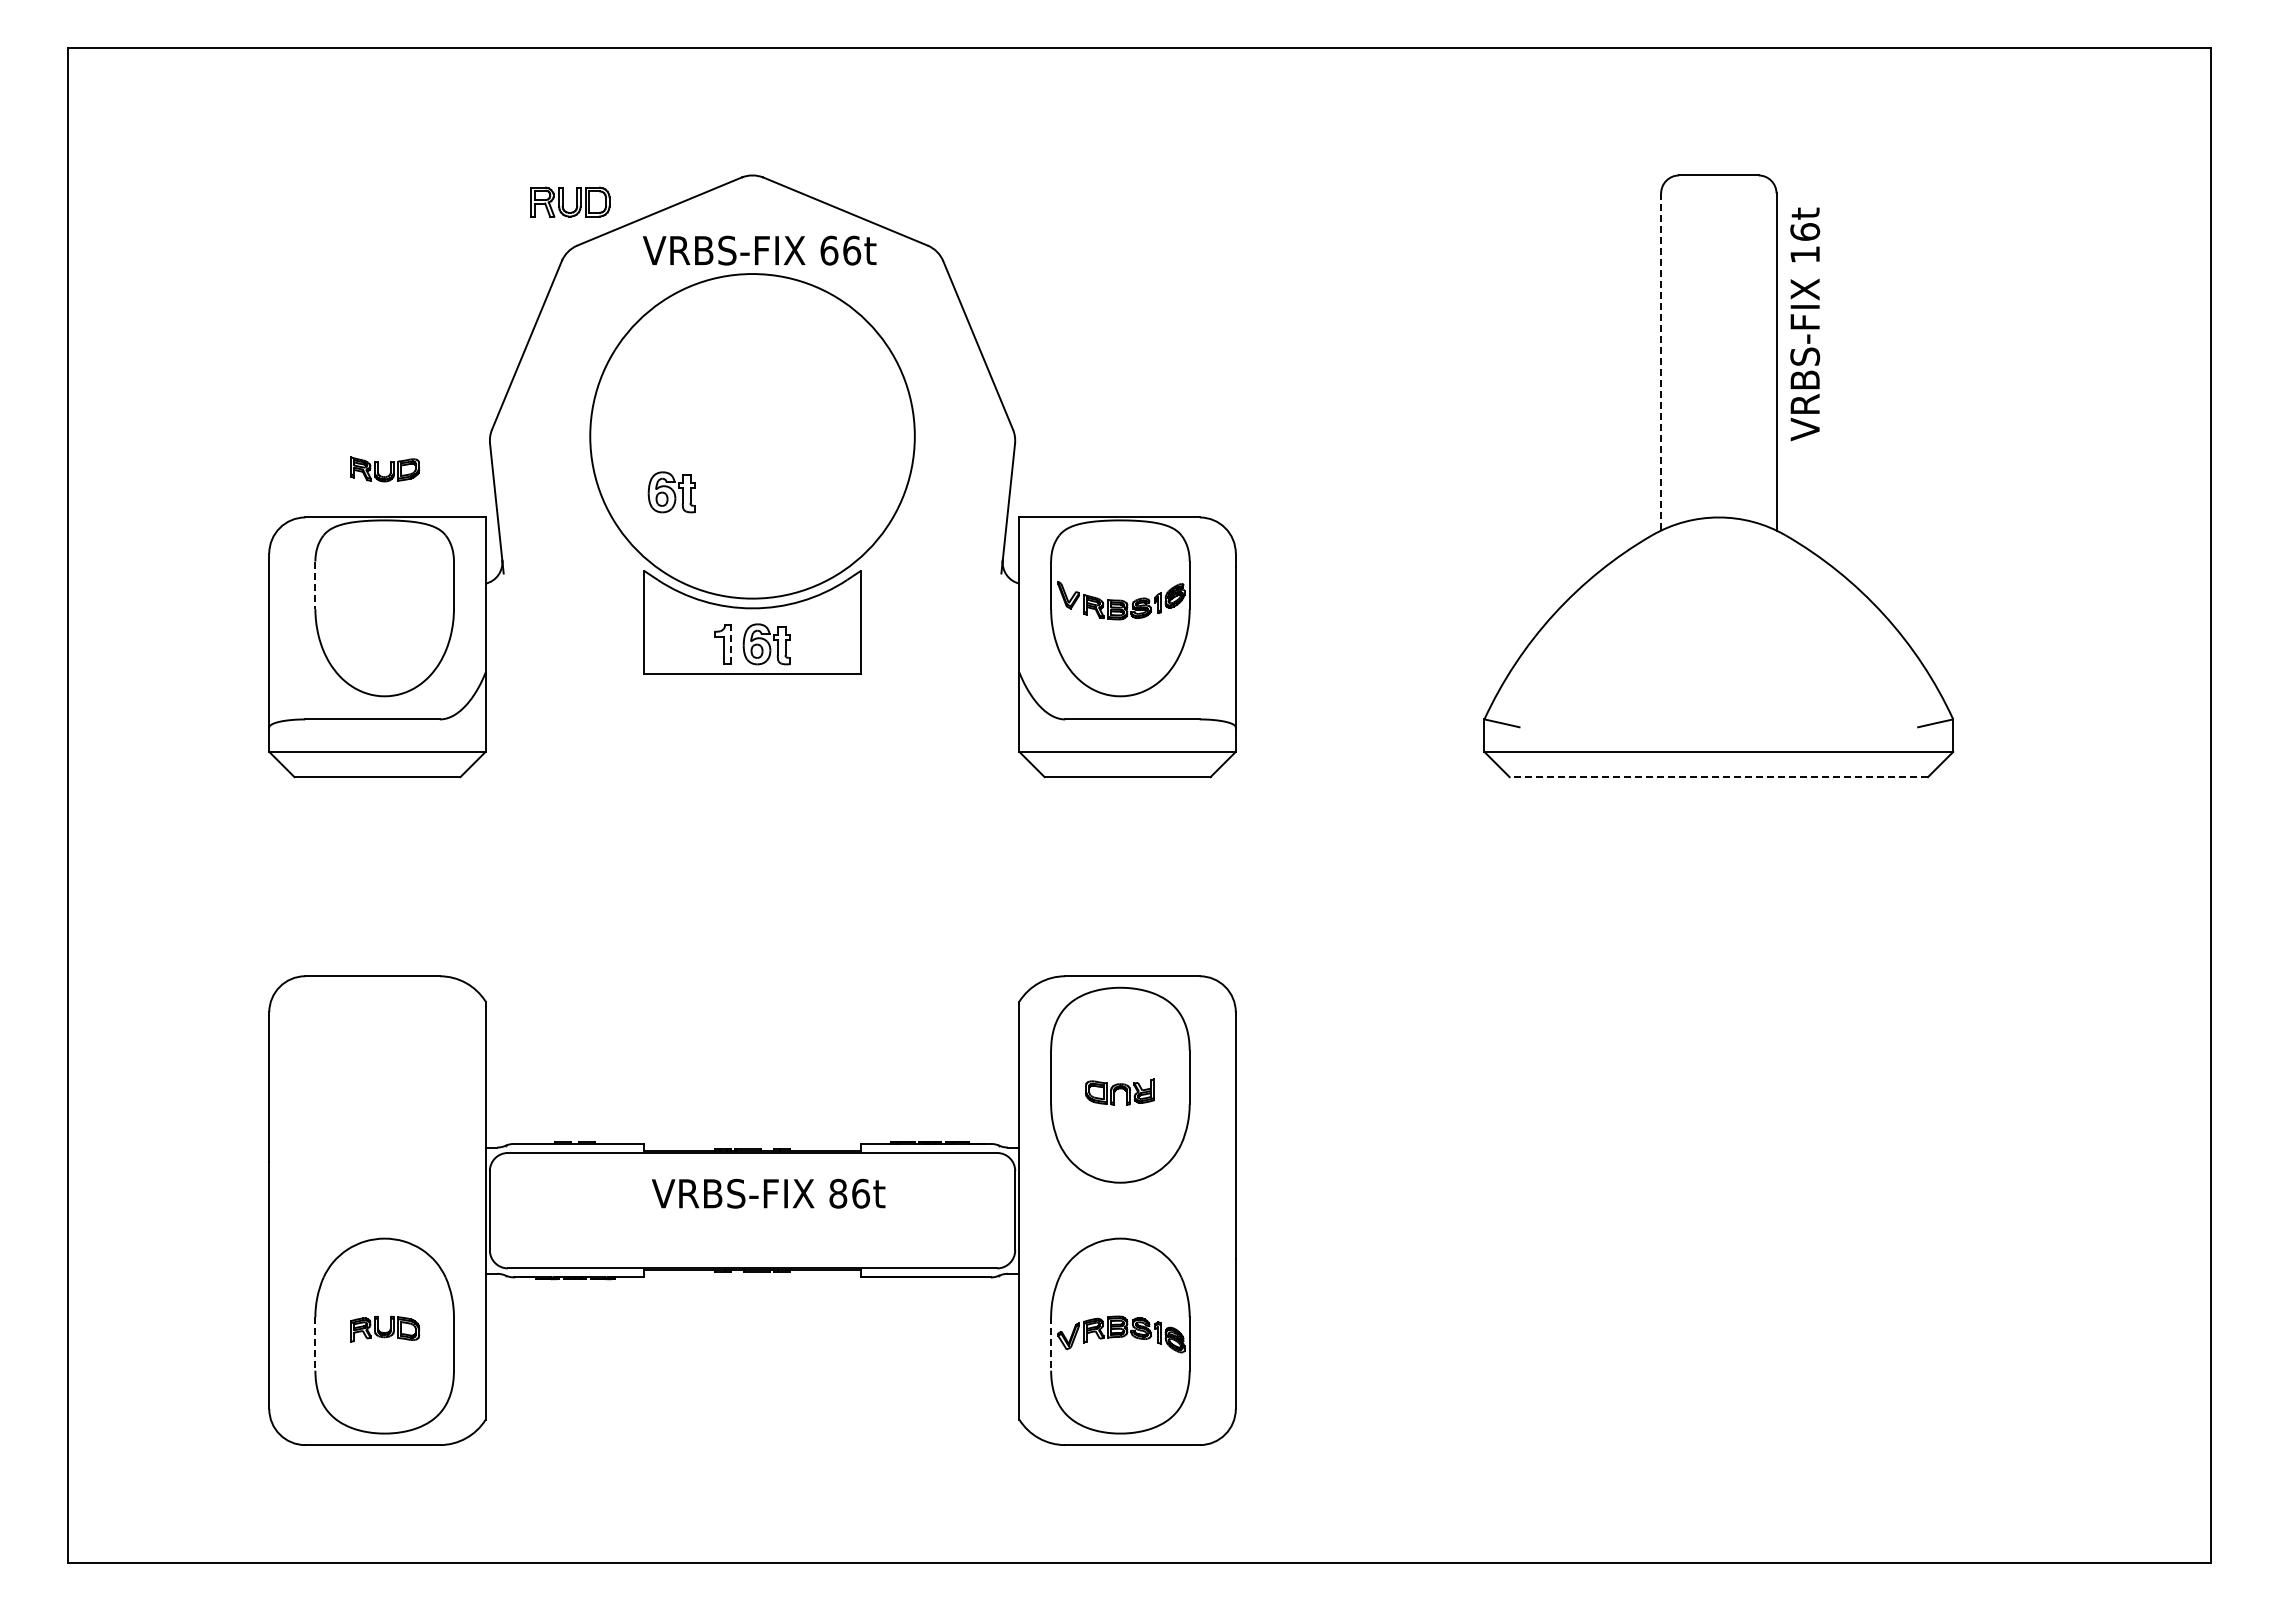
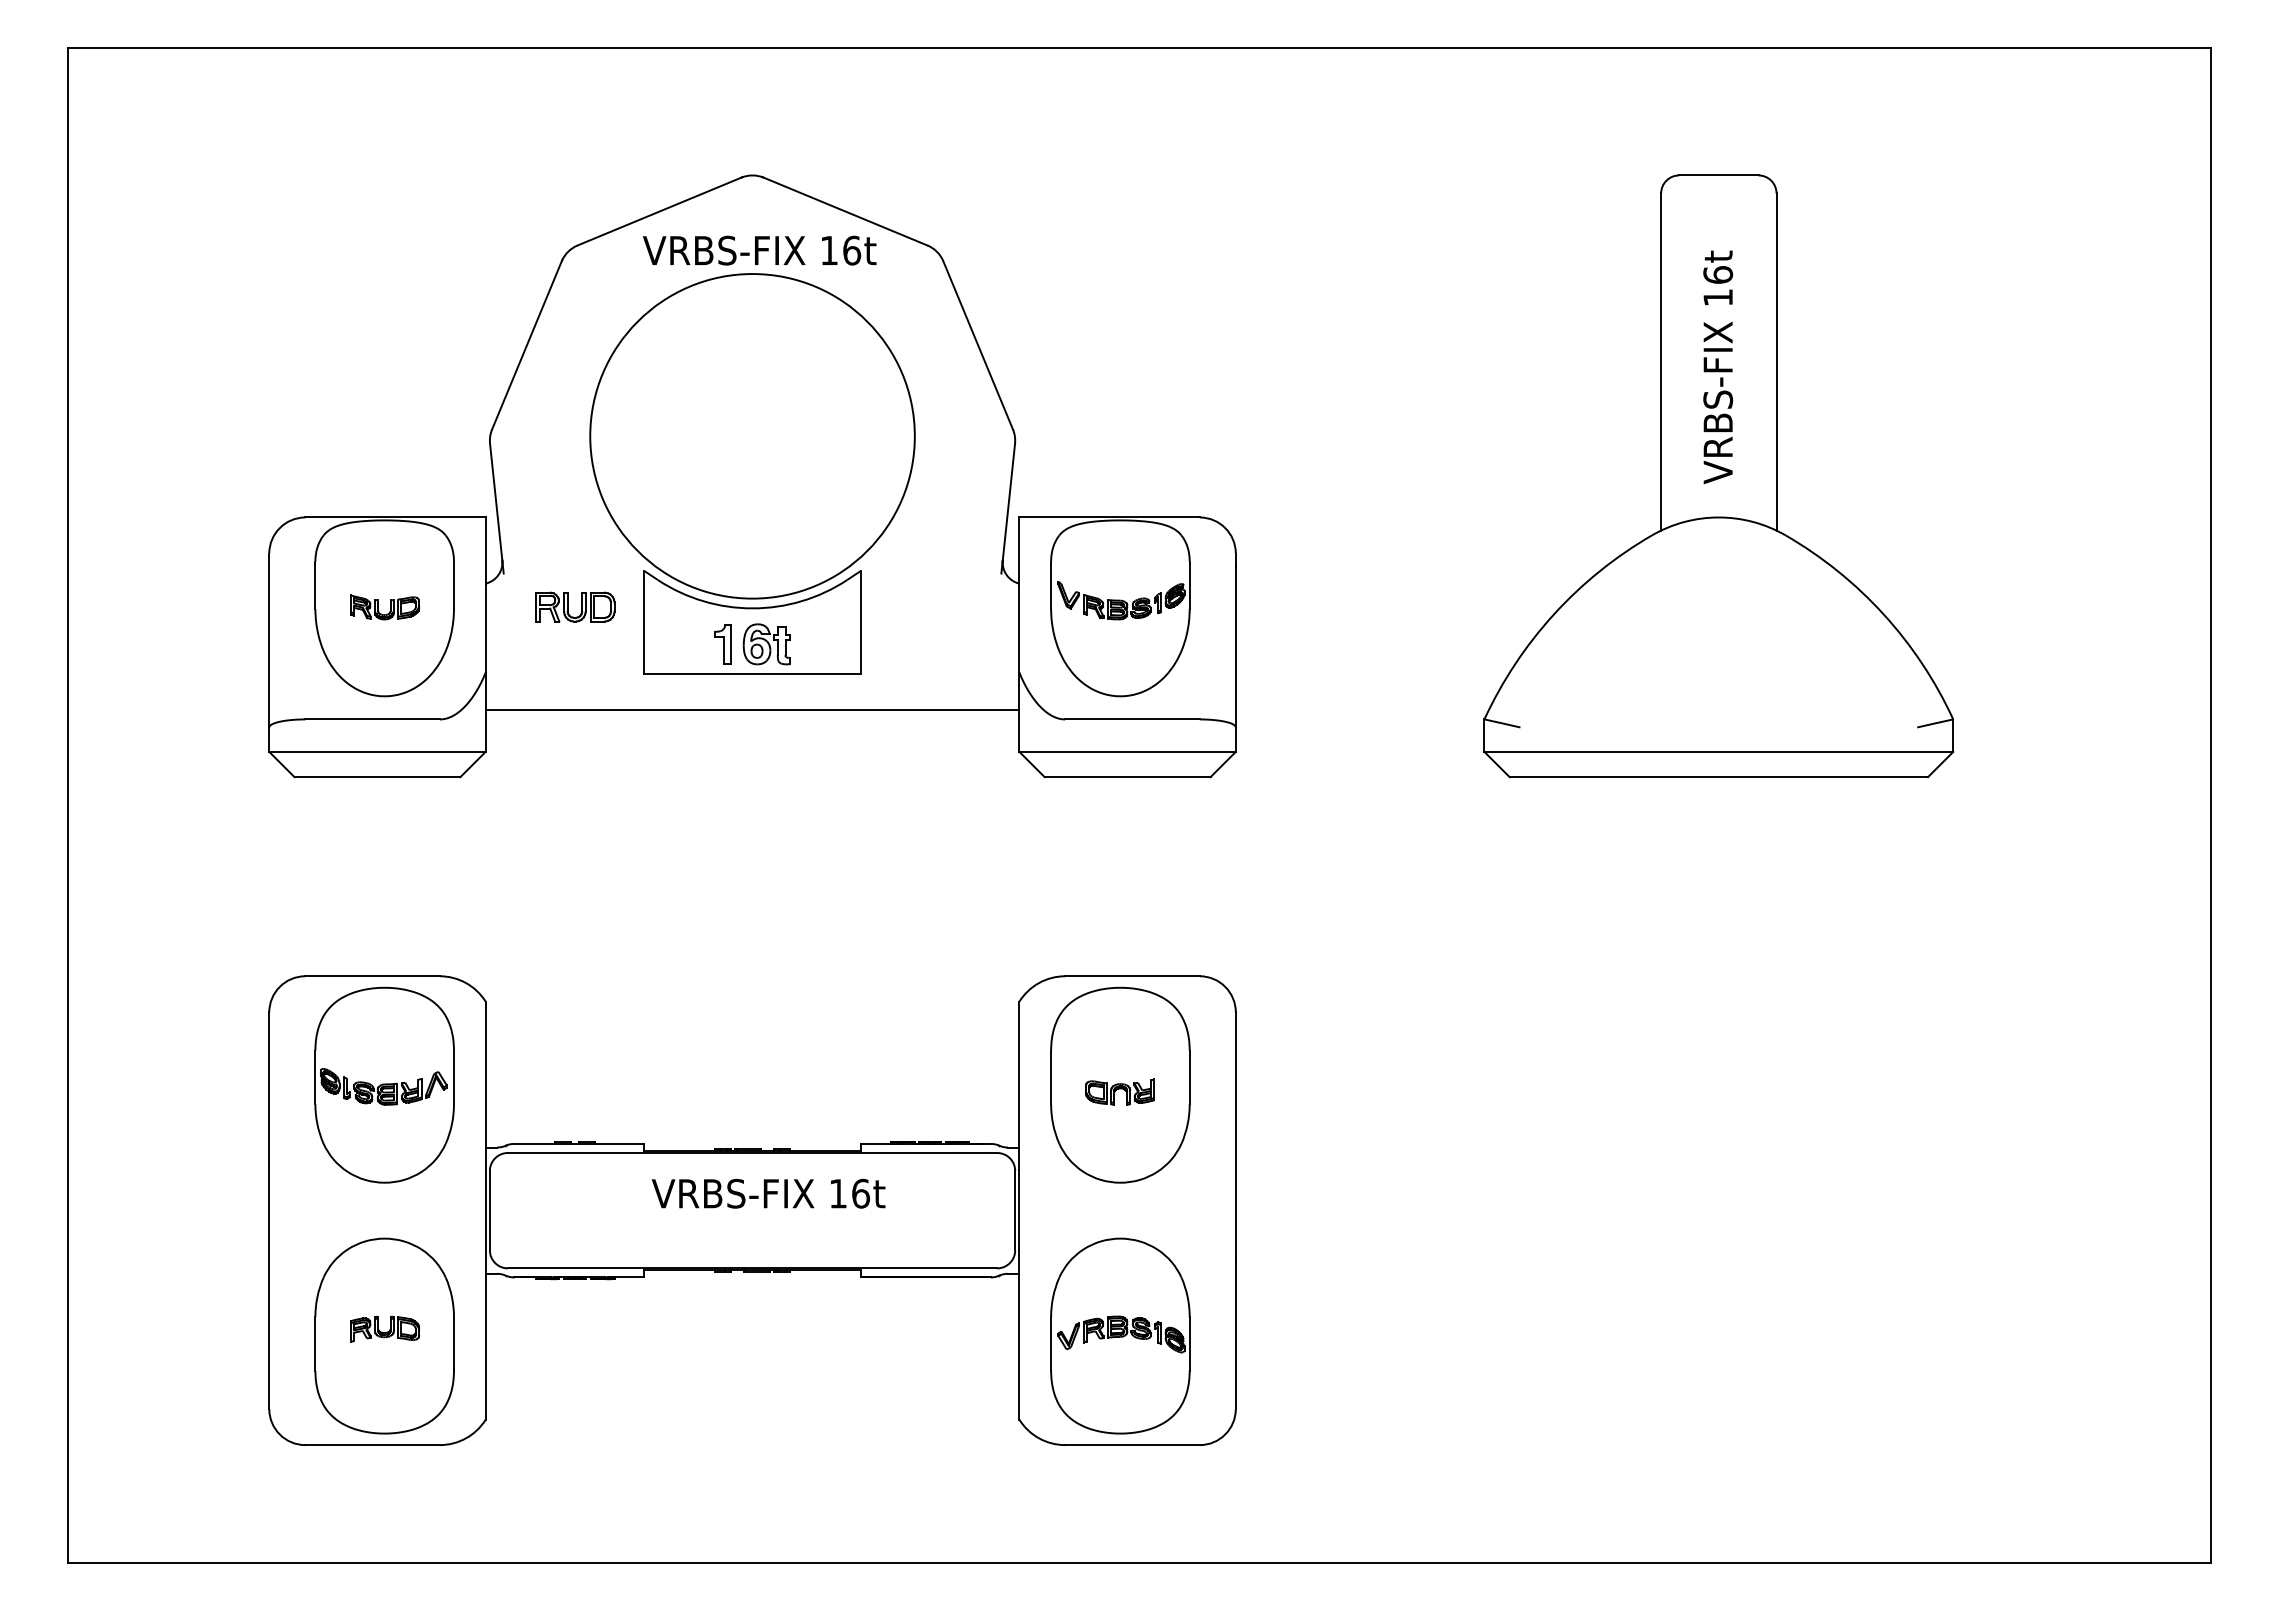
part at (570, 201) position: (570, 201) -> (575, 606)
text at (829, 250): 66t -> 16t
text at (1805, 324) position: (1805, 324) -> (1718, 367)
line at (1661, 362): dashed -> solid
part at (385, 469) position: (385, 469) -> (385, 607)
part at (671, 492): present -> none
line at (315, 585): dashed -> solid
line at (731, 643): dashed -> solid
line at (752, 710): none -> present
line at (1718, 777): dashed -> solid
part at (384, 1084): none -> present
text at (838, 1193): 86t -> 16t
line at (315, 1343): dashed -> solid
line at (1051, 1343): dashed -> solid
